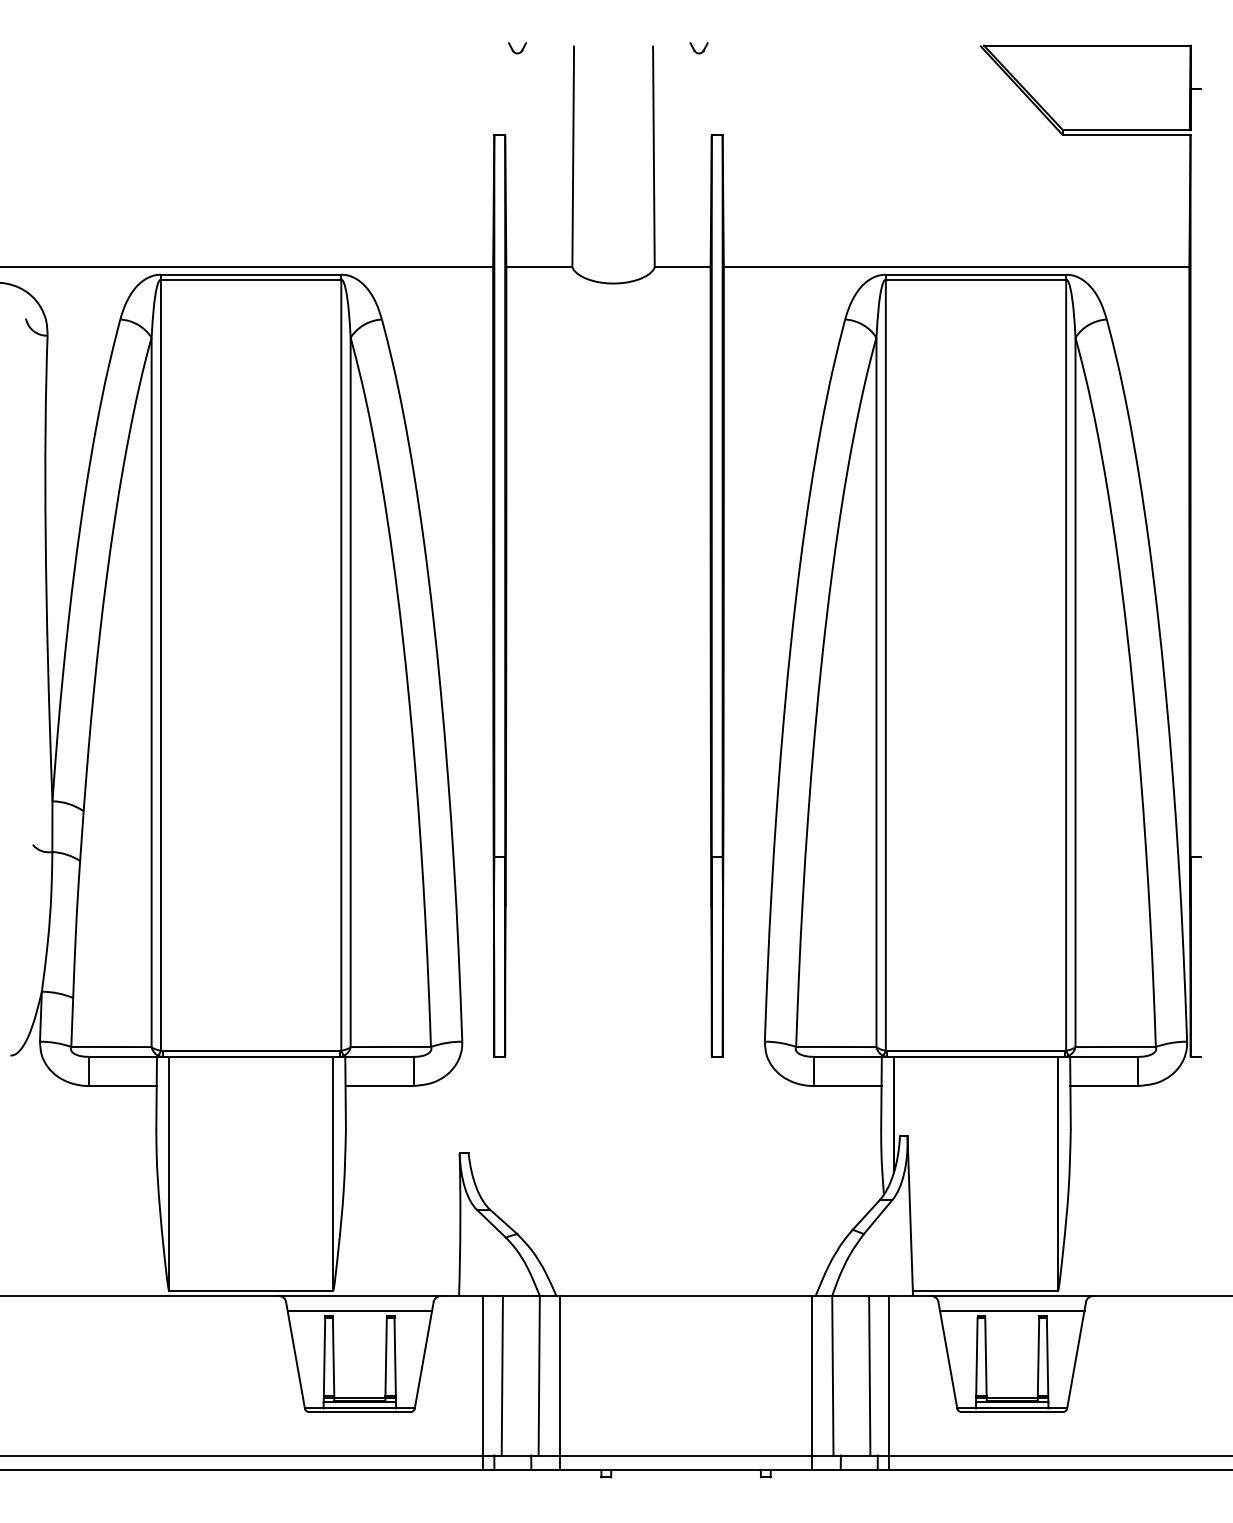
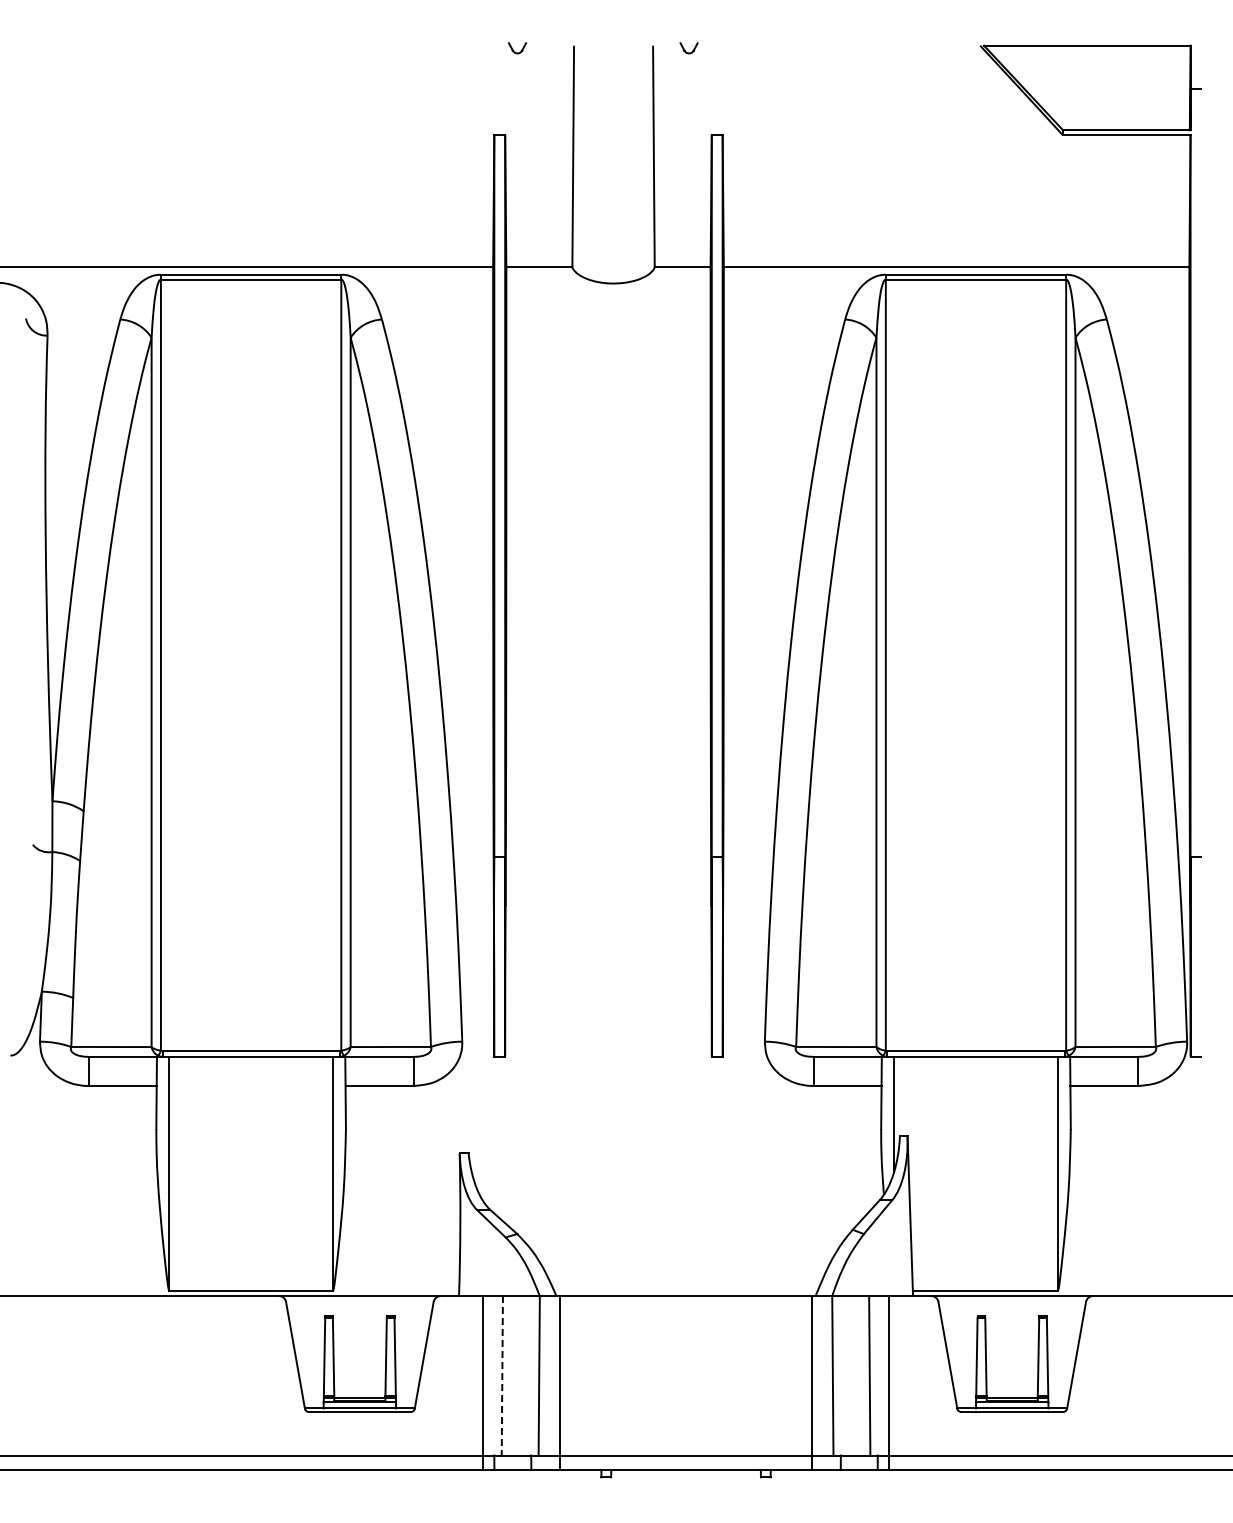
part at (698, 48) position: (698, 48) -> (688, 48)
line at (359, 1310): present -> none
line at (1011, 1310): present -> none
line at (502, 1375): solid -> dashed
